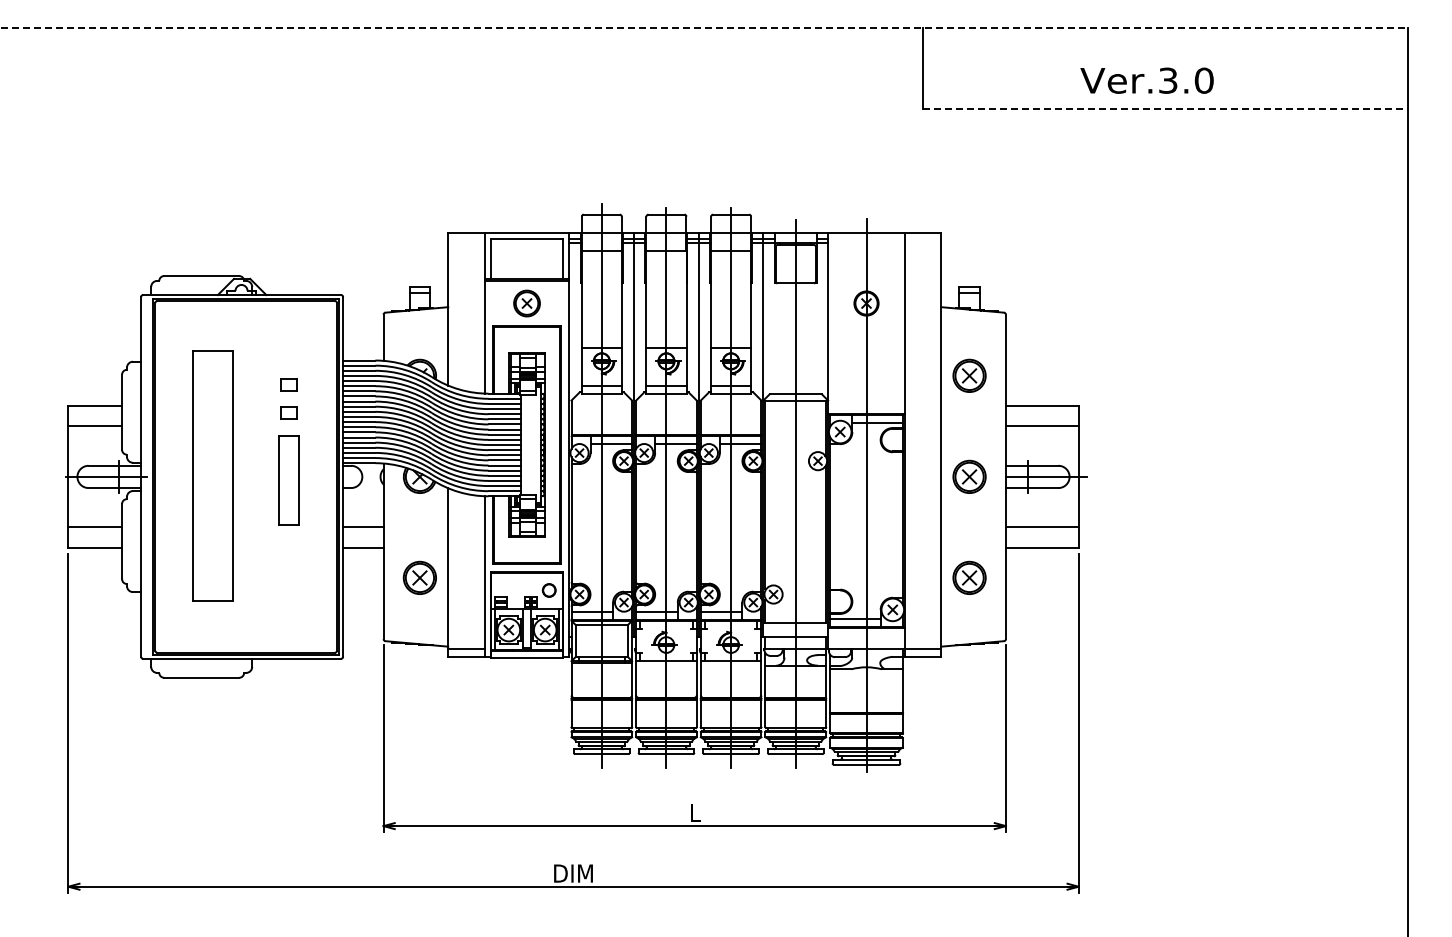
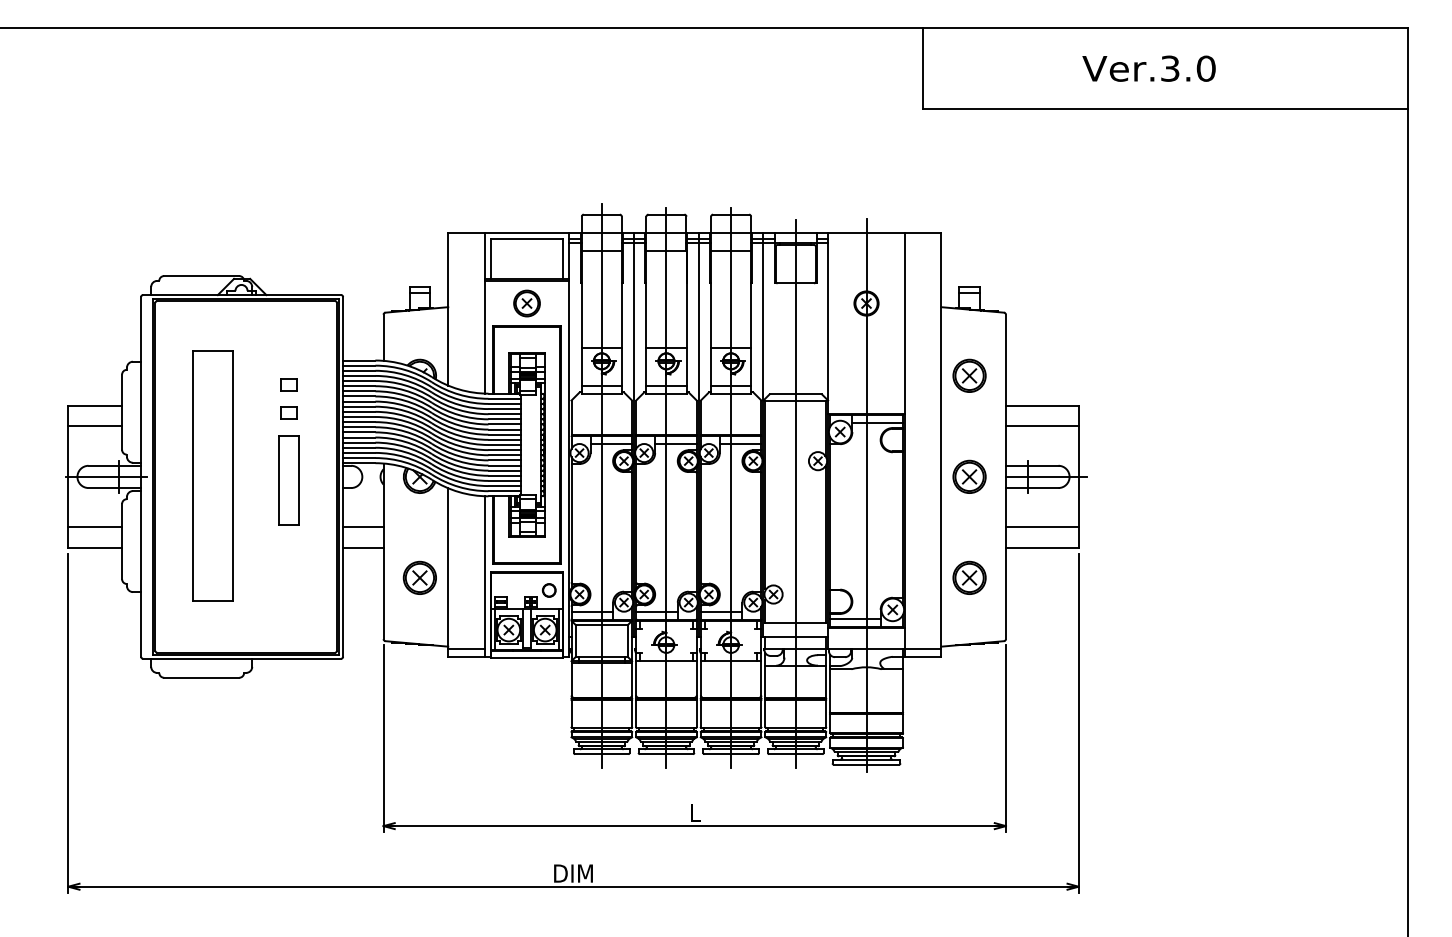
line at (704, 28): dashed -> solid
text at (1146, 80) position: (1146, 80) -> (1148, 68)
line at (1166, 109): dashed -> solid
